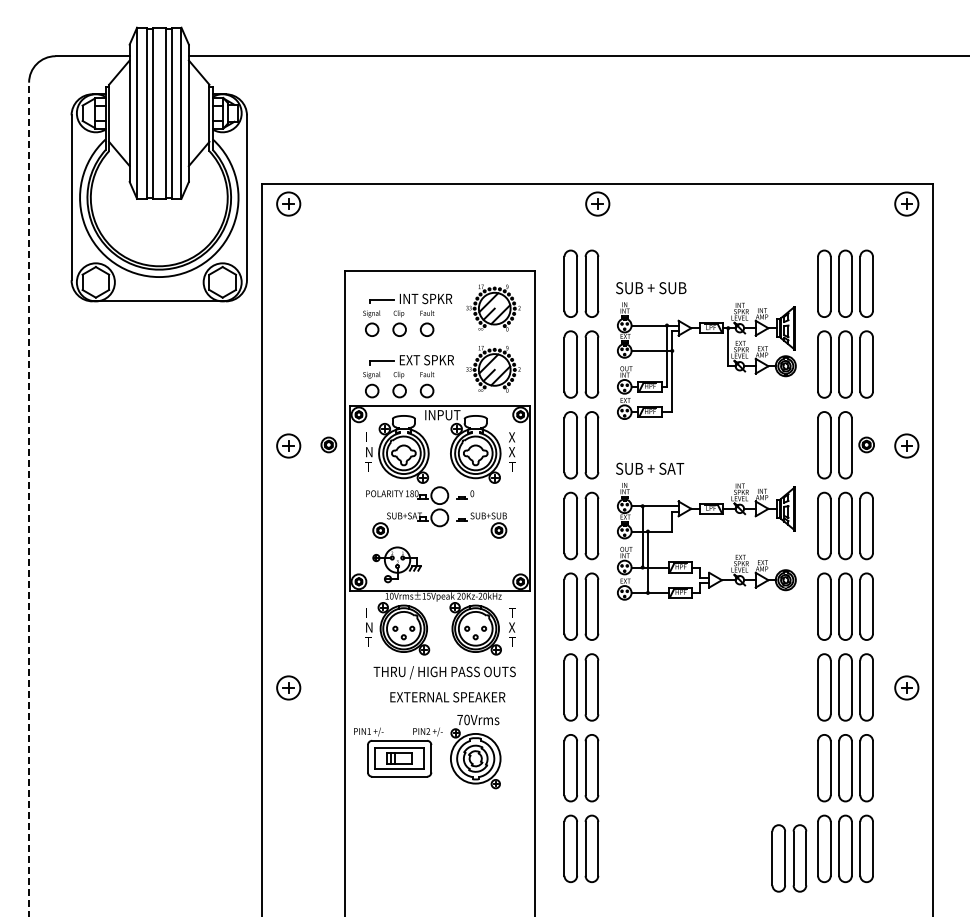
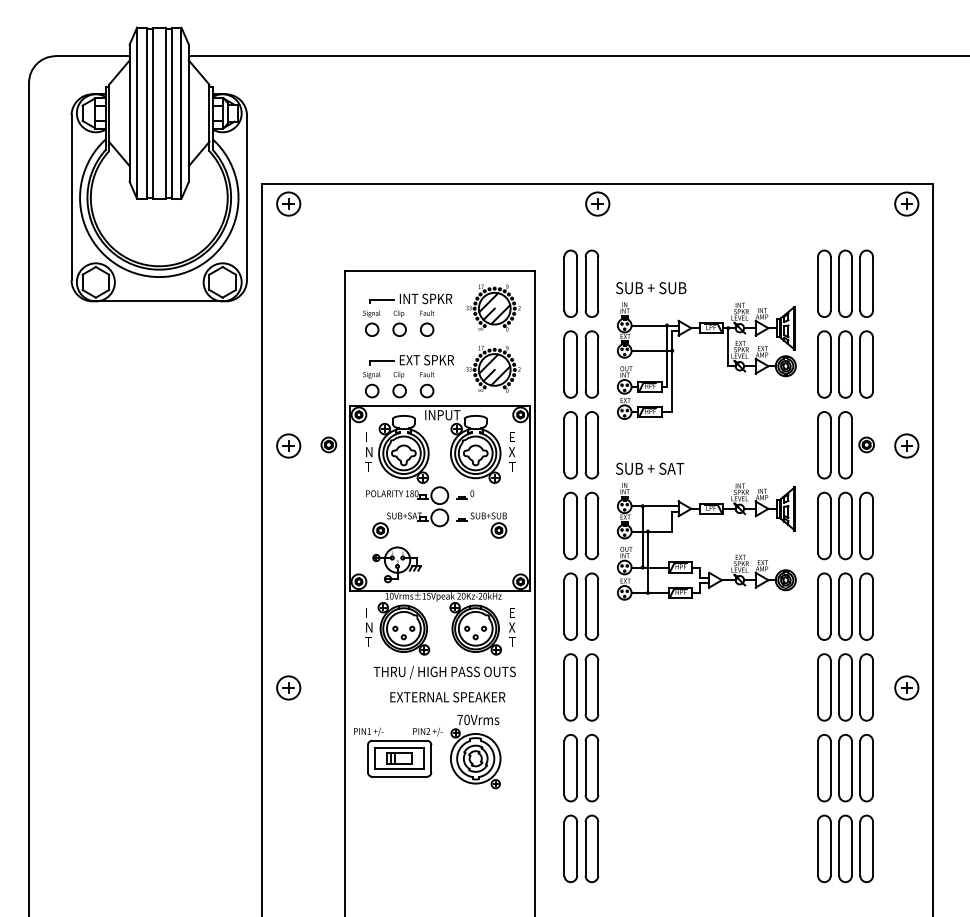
text at (512, 437): X -> E
line at (29, 499): dashed -> solid
text at (512, 612): T -> E
part at (789, 858): present -> none
